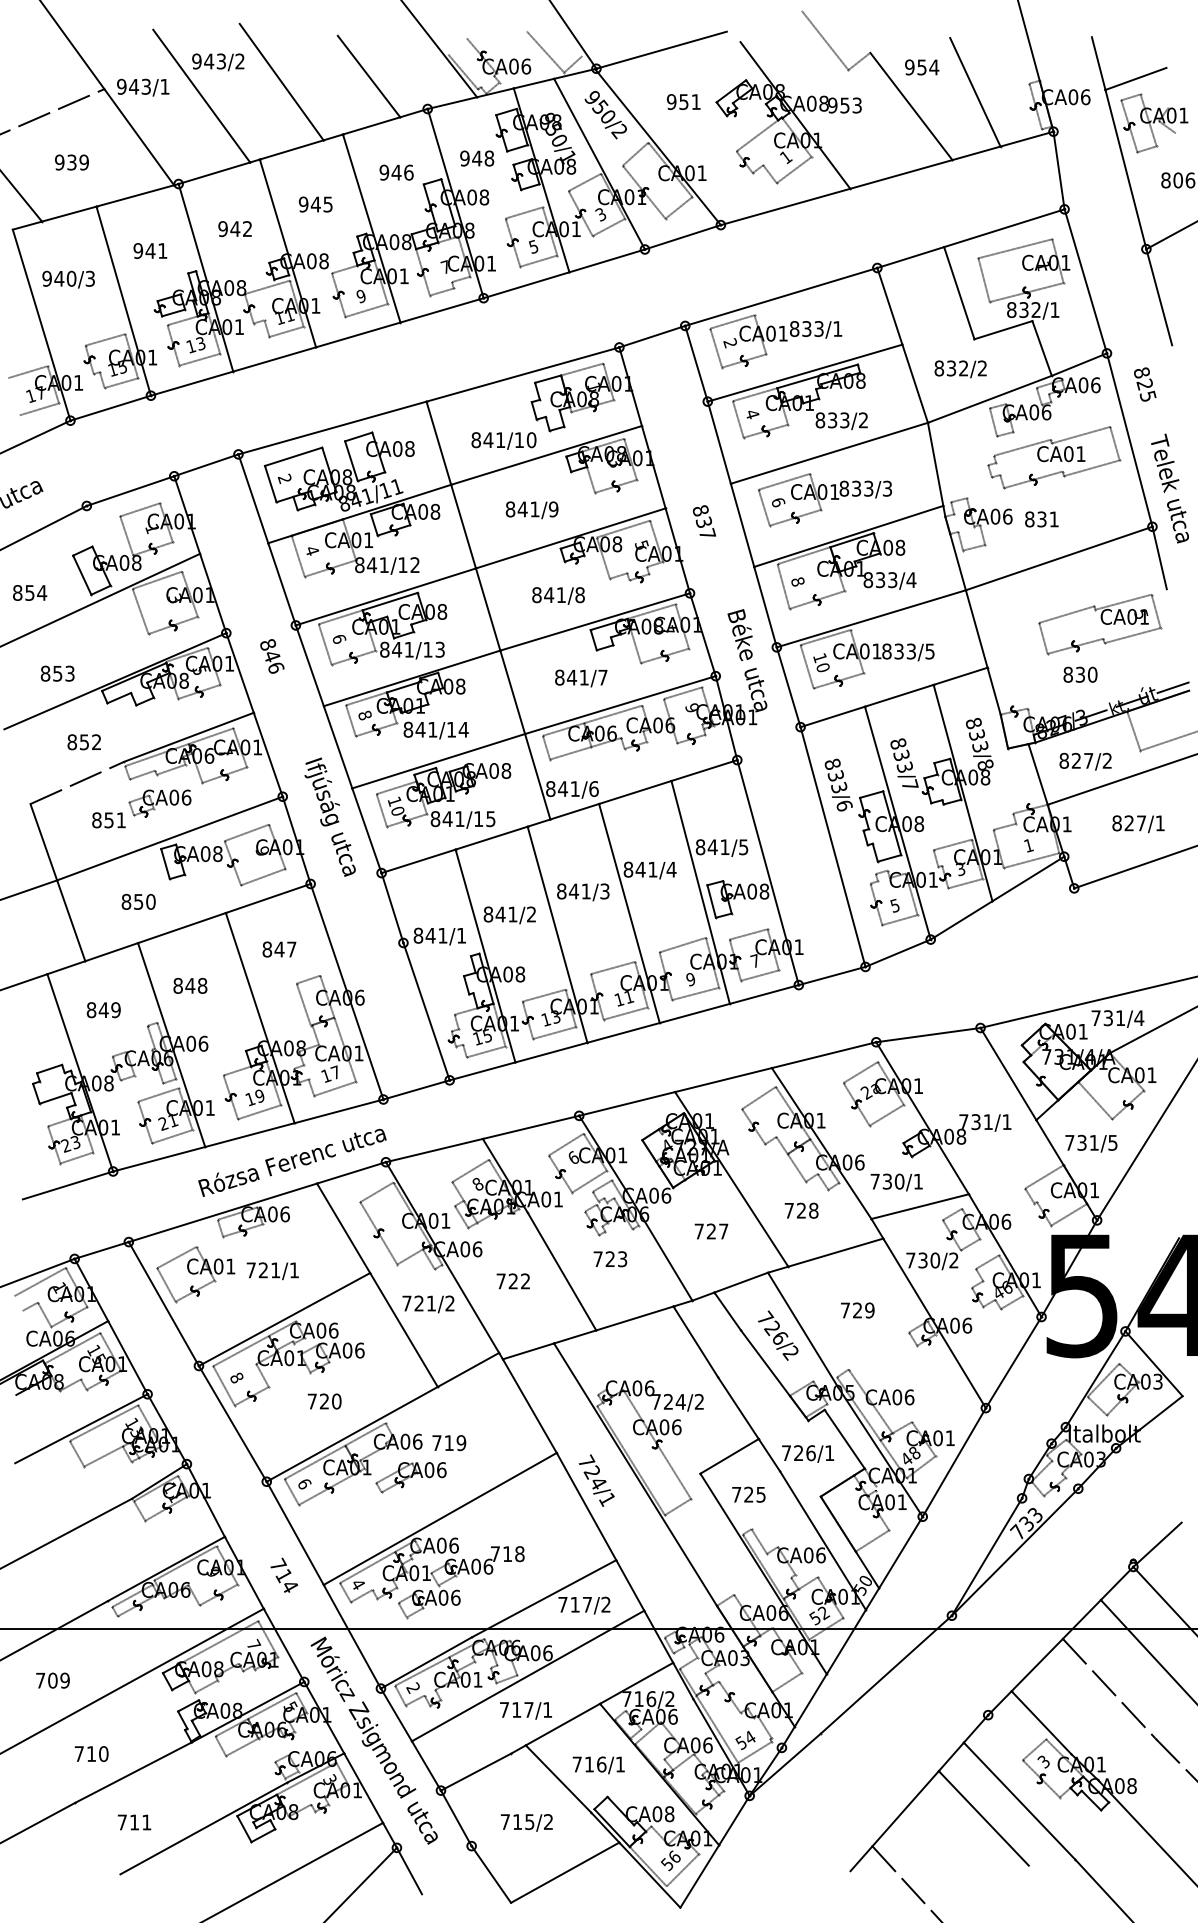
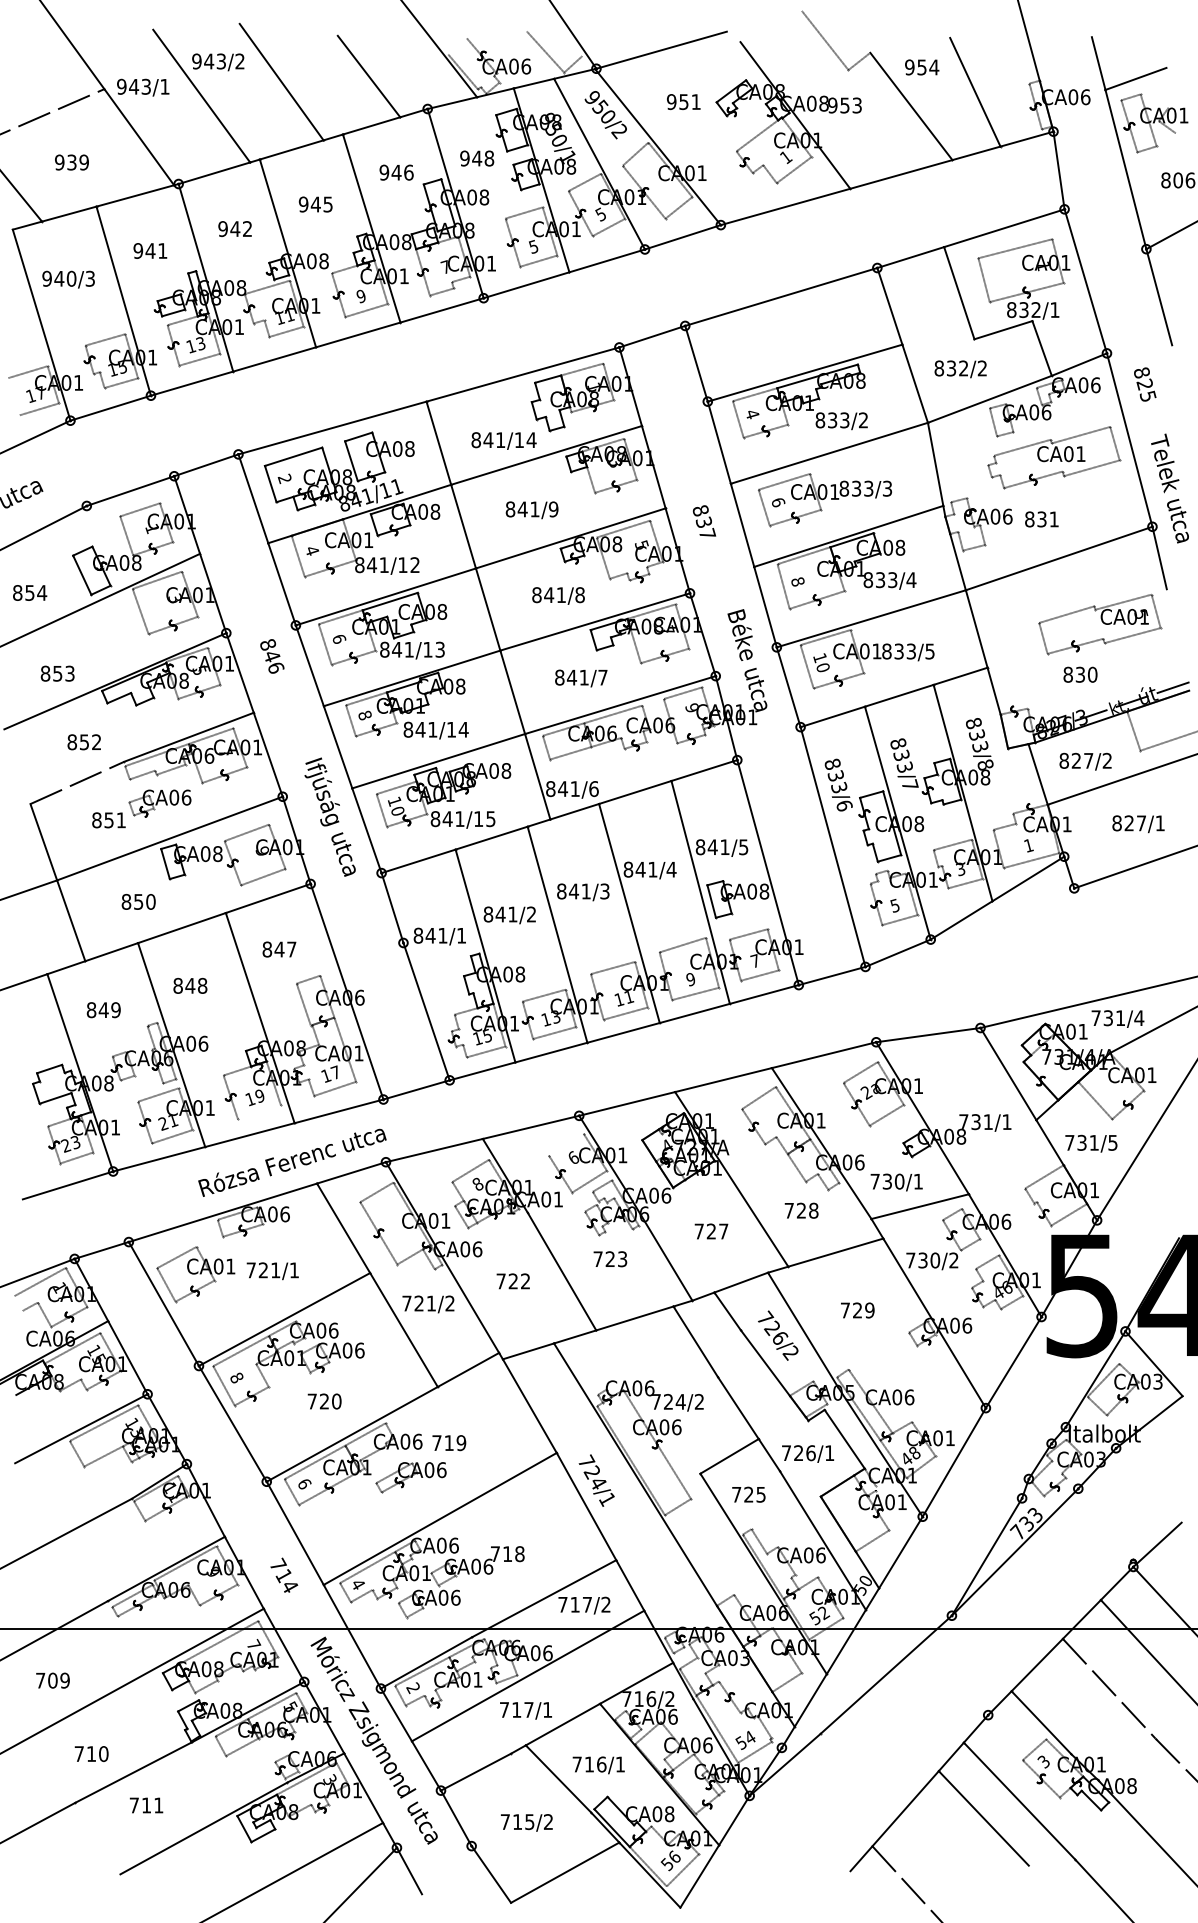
text at (600, 212): 3 -> 5
part at (775, 341): present -> none
text at (531, 440): 841/10 -> 841/14
line at (258, 1112): present -> none
line at (565, 1144): present -> none
text at (134, 1822) position: (134, 1822) -> (146, 1805)
